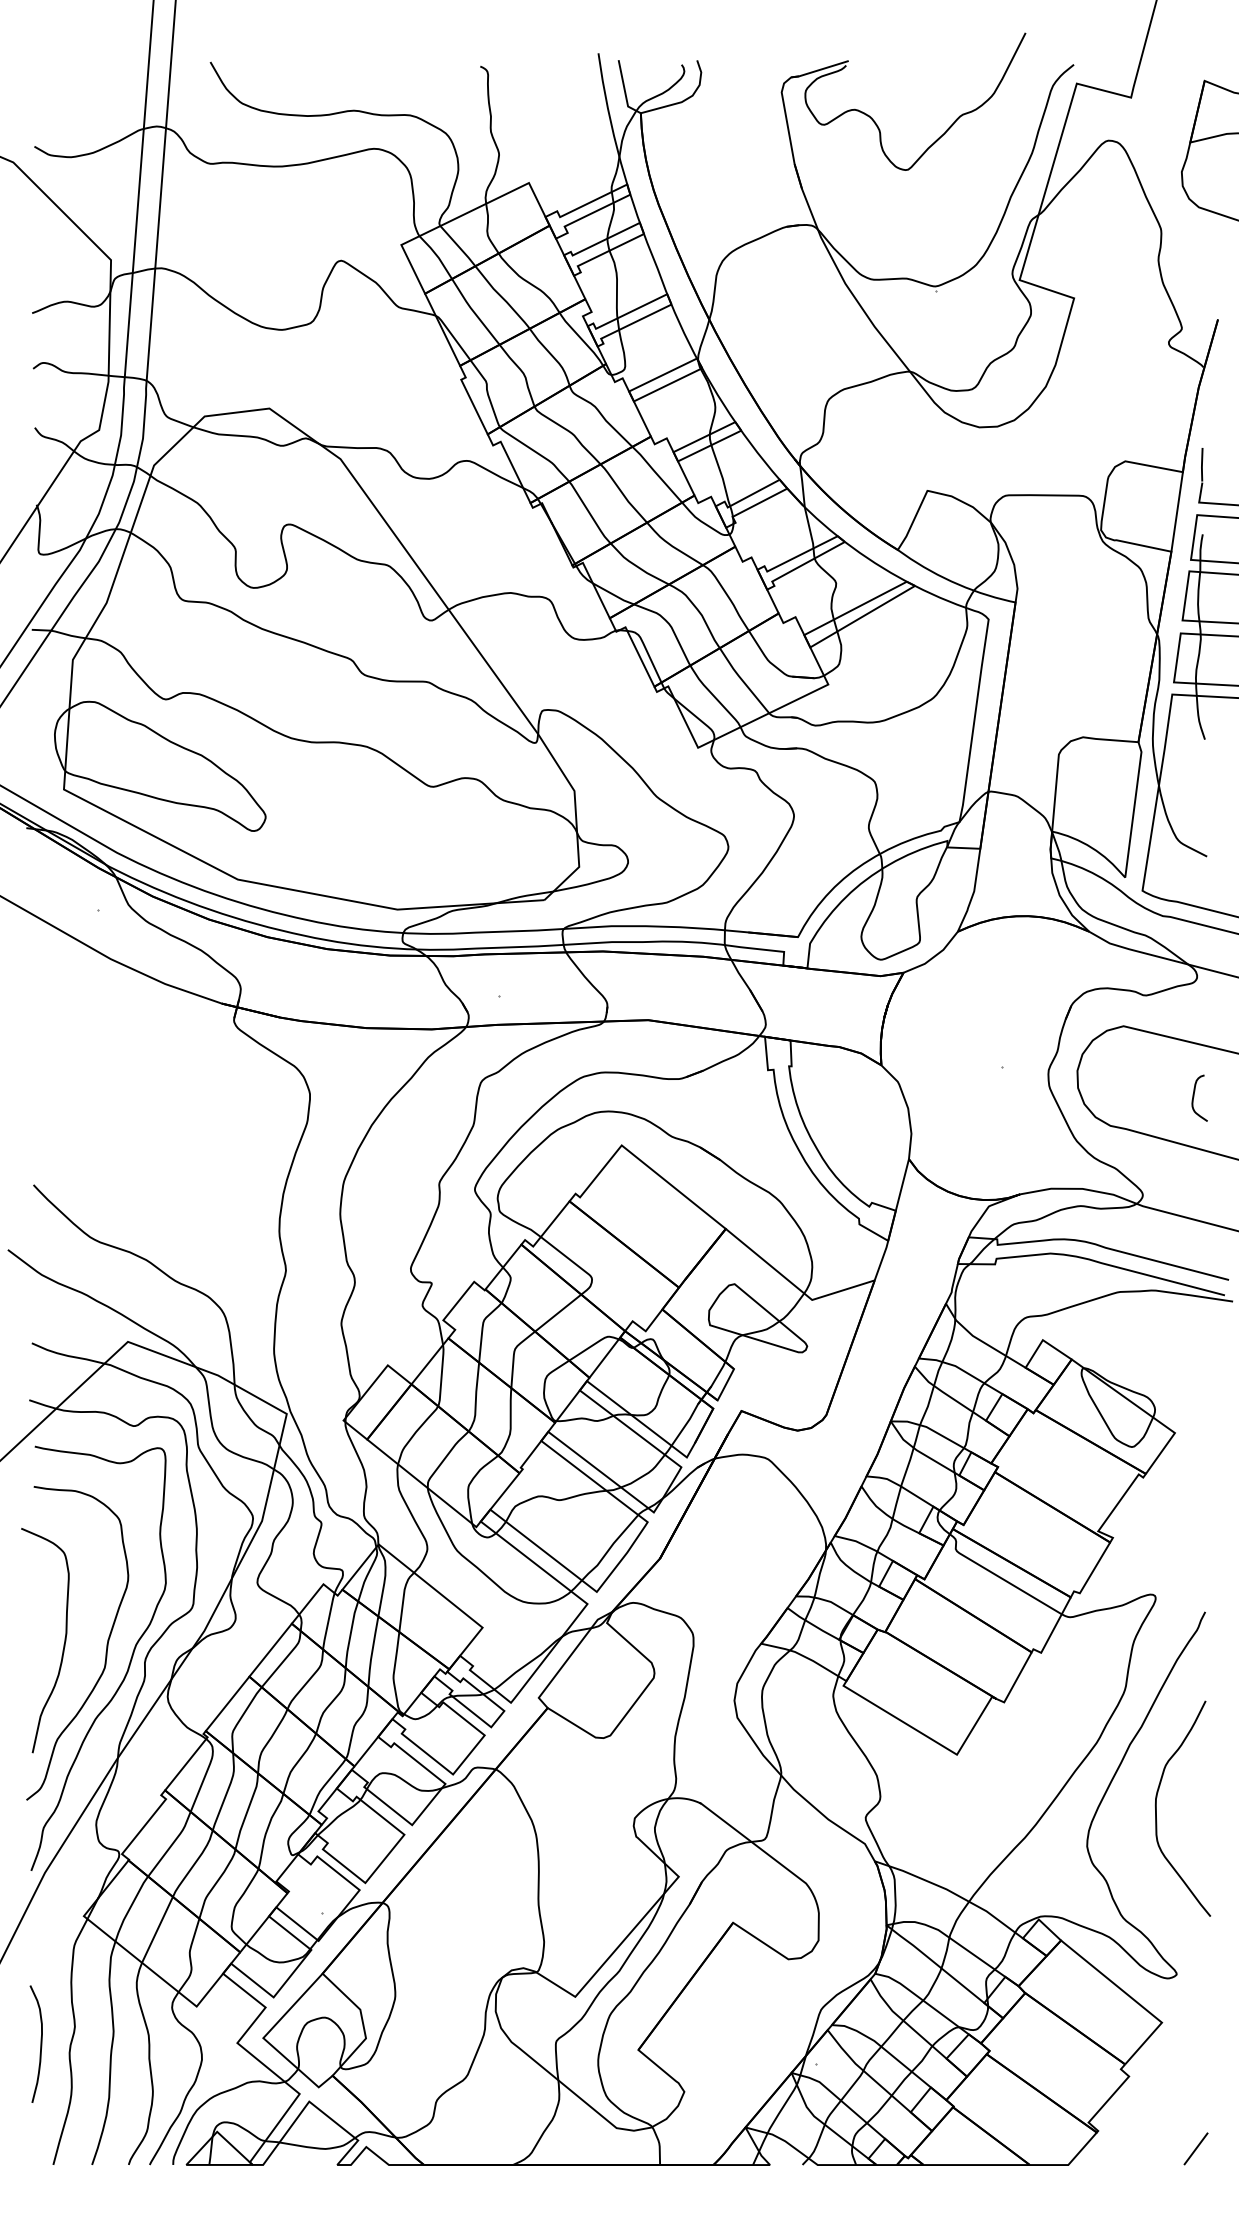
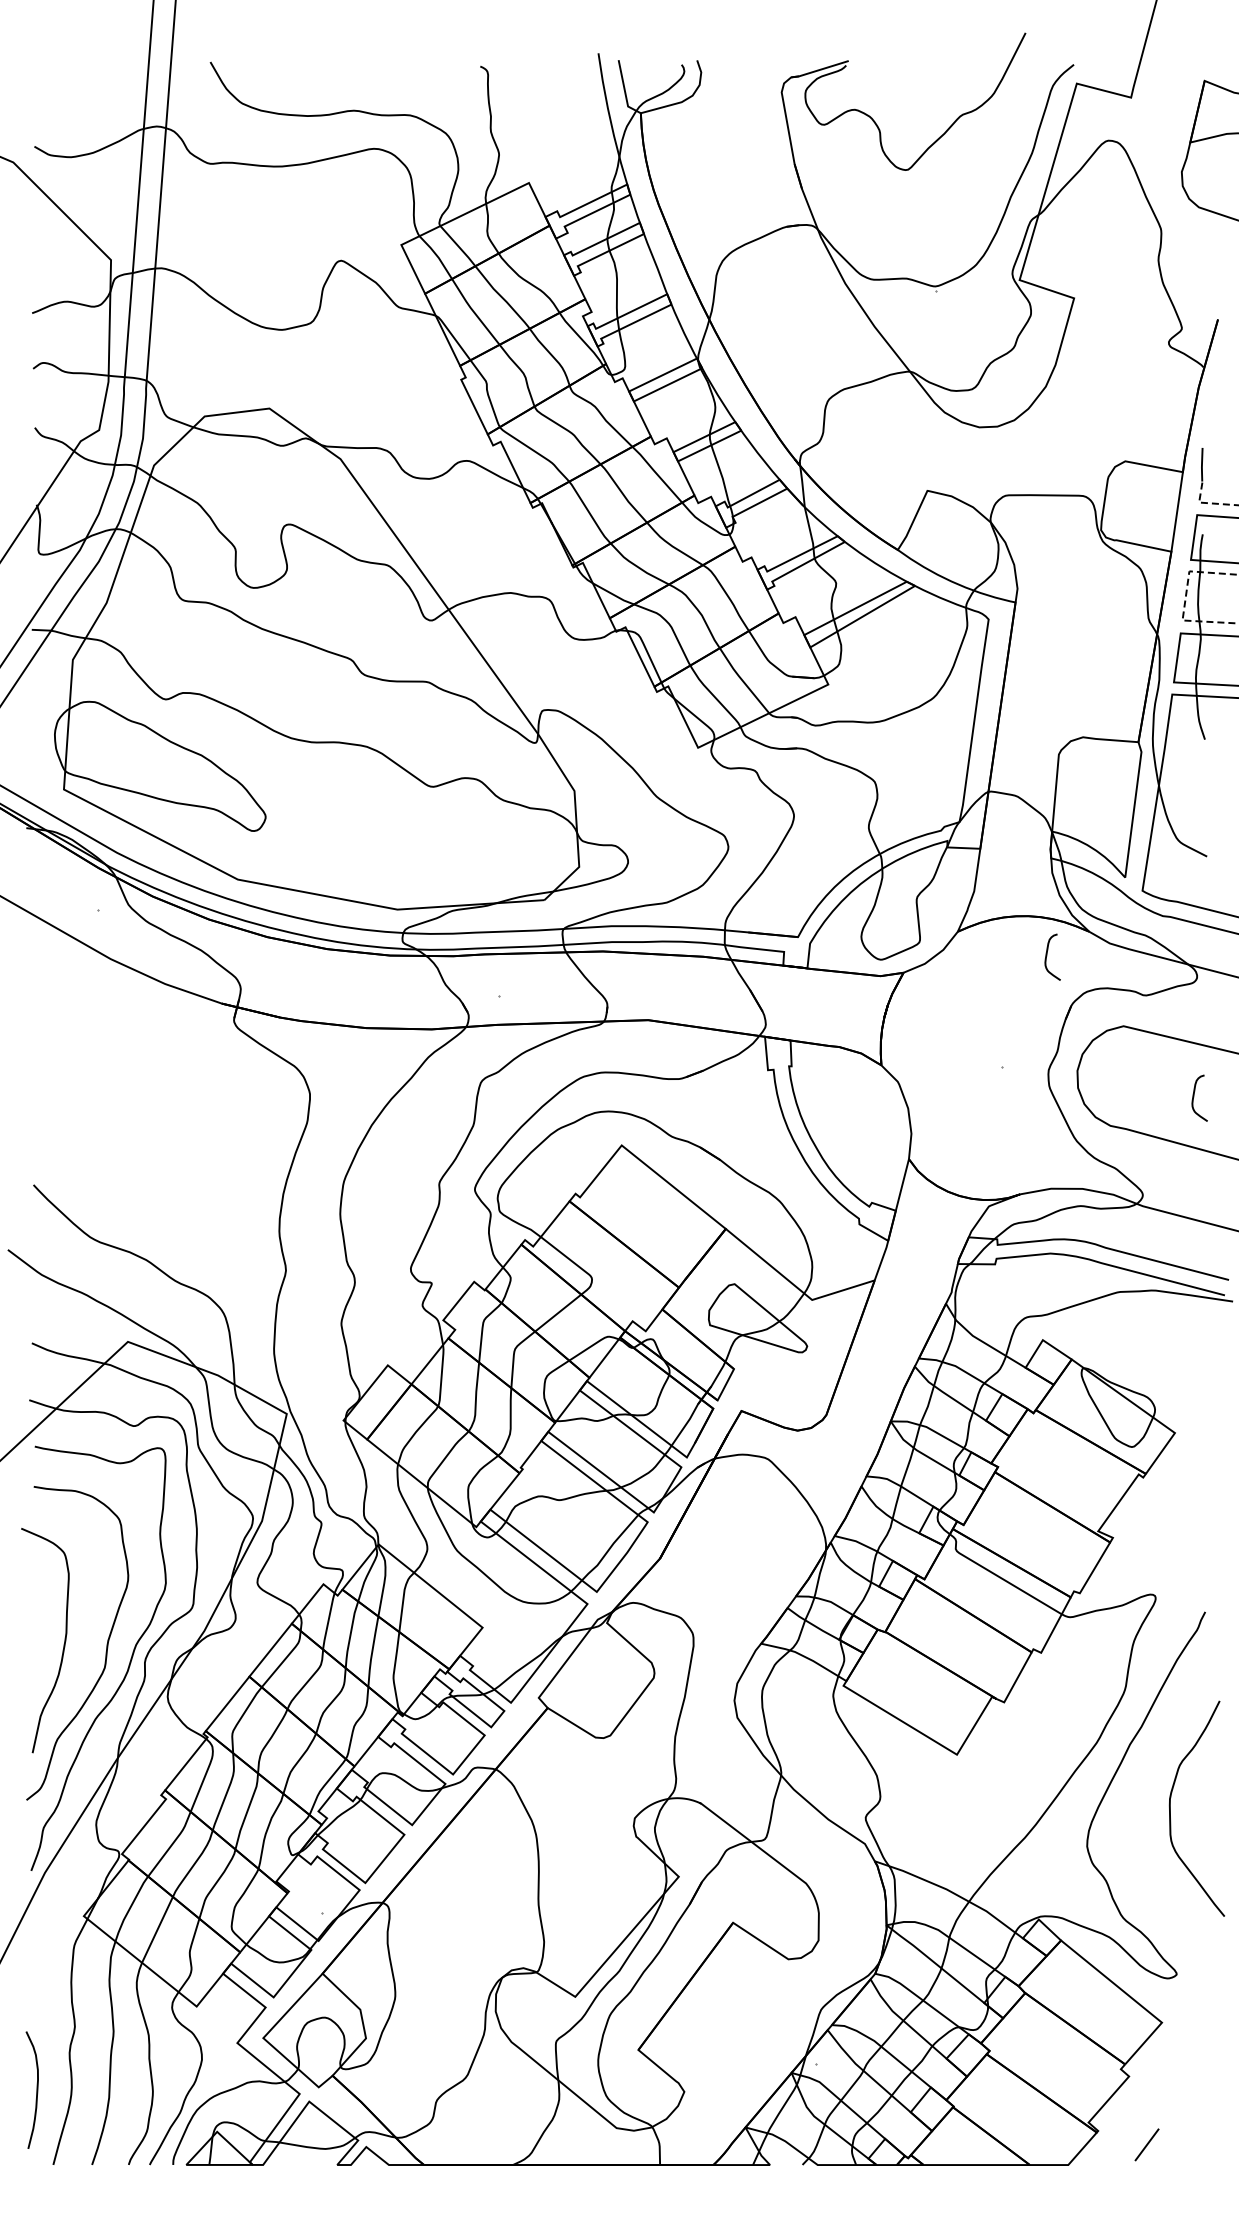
line at (1208, 503): solid -> dashed
line at (1185, 599): solid -> dashed
curve at (1047, 956): none -> present
curve at (1156, 1808) position: (1156, 1808) -> (1170, 1808)
curve at (40, 2043) position: (40, 2043) -> (36, 2089)
line at (1195, 2148) position: (1195, 2148) -> (1146, 2144)
